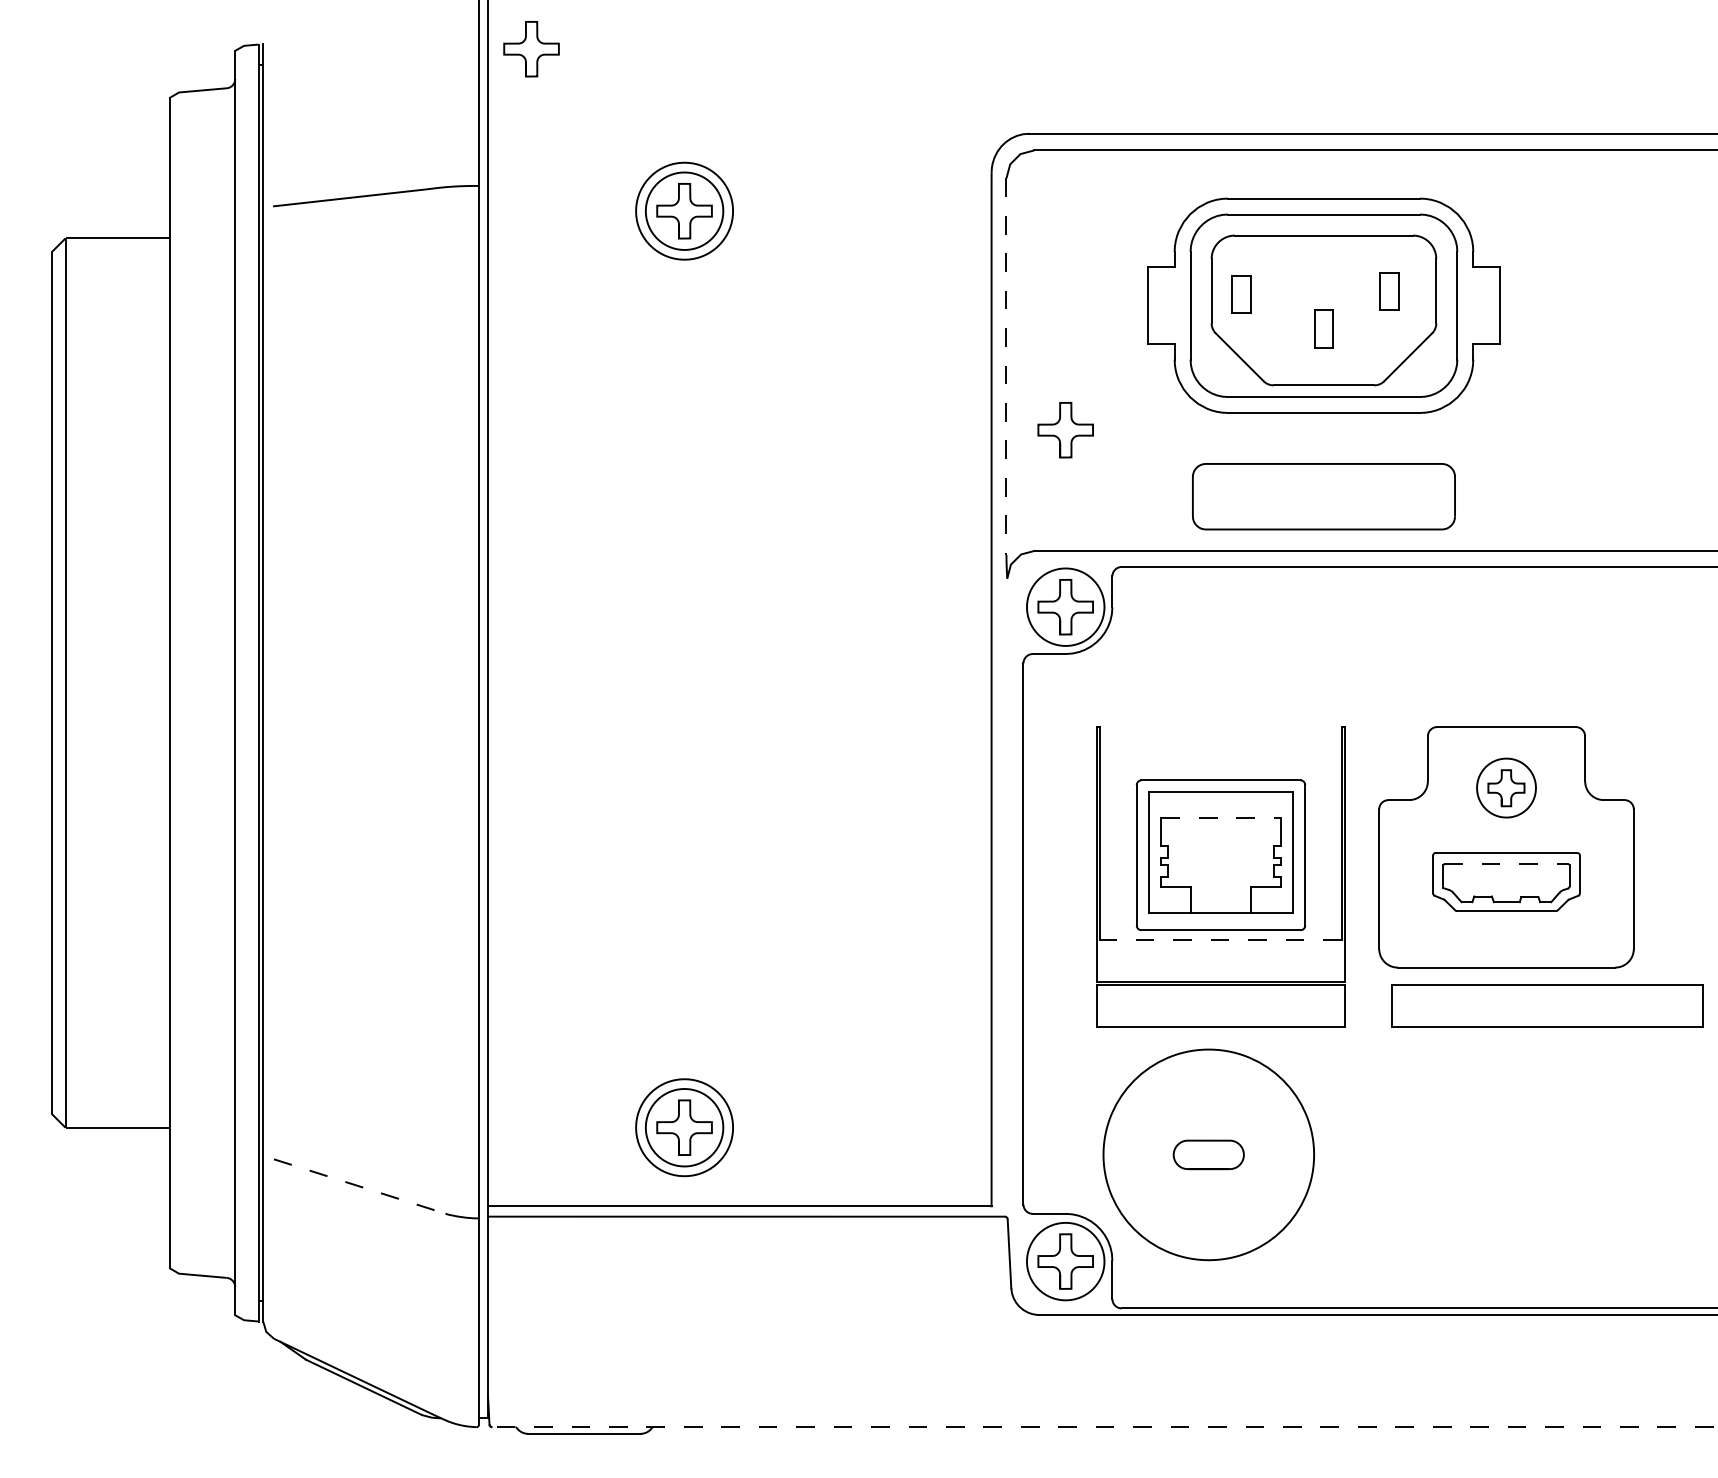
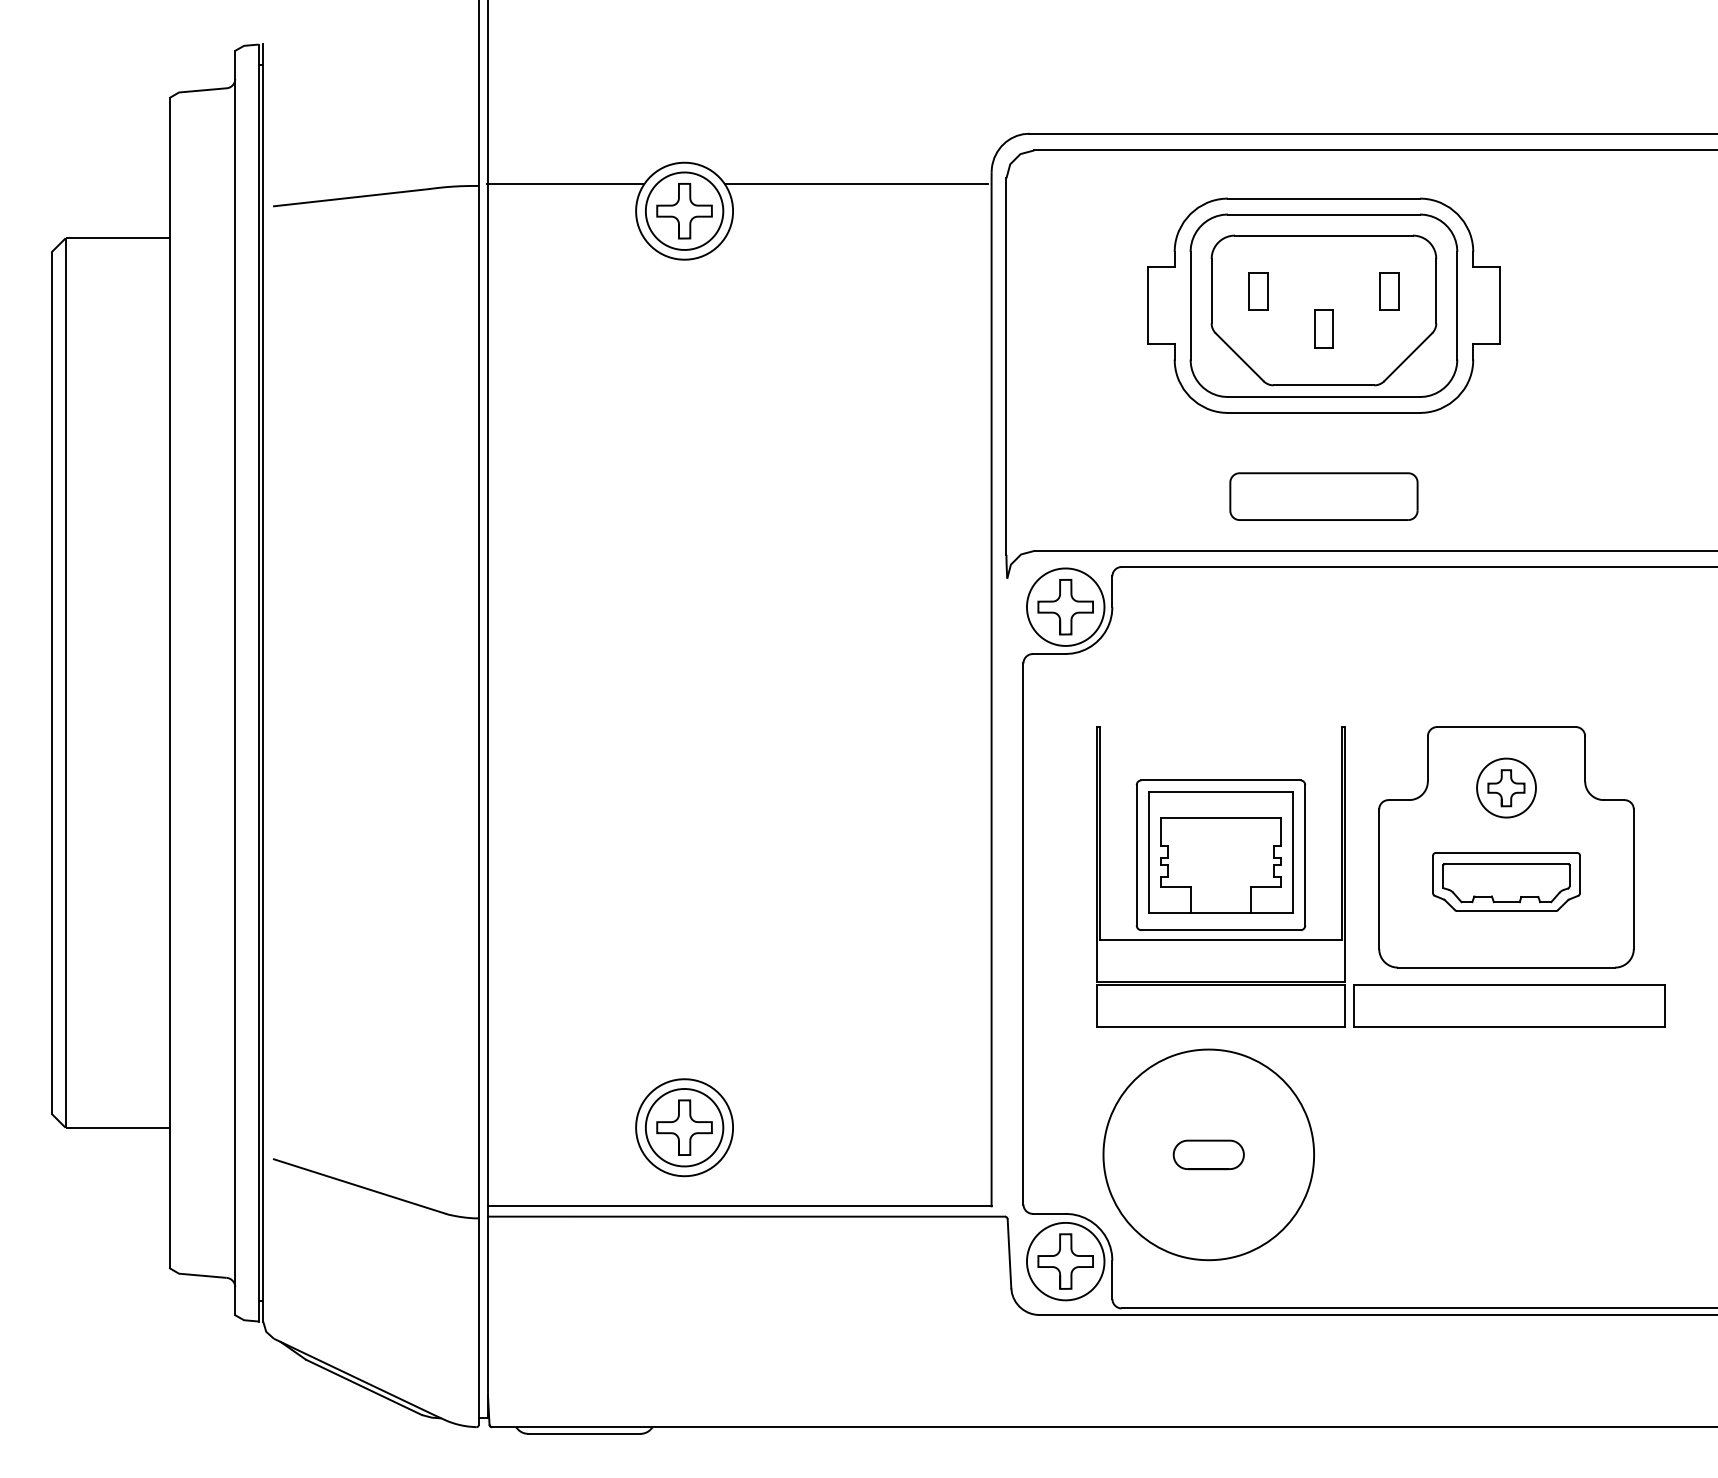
curve at (524, 42): present -> none
line at (564, 184): none -> present
line at (856, 184): none -> present
part at (1241, 294) position: (1241, 294) -> (1258, 291)
line at (1006, 367): dashed -> solid
curve at (1058, 423): present -> none
part at (1323, 496) size: 264x68 px -> 190x49 px
line at (1221, 818): dashed -> solid
line at (1507, 864): dashed -> solid
line at (1220, 939): dashed -> solid
part at (1547, 1005) position: (1547, 1005) -> (1509, 1005)
line at (359, 1186): dashed -> solid
line at (1104, 1427): dashed -> solid
